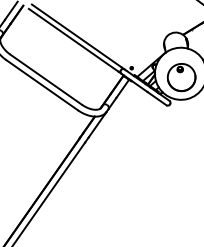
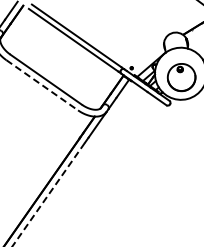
line at (42, 85): solid -> dashed
line at (49, 194): solid -> dashed
